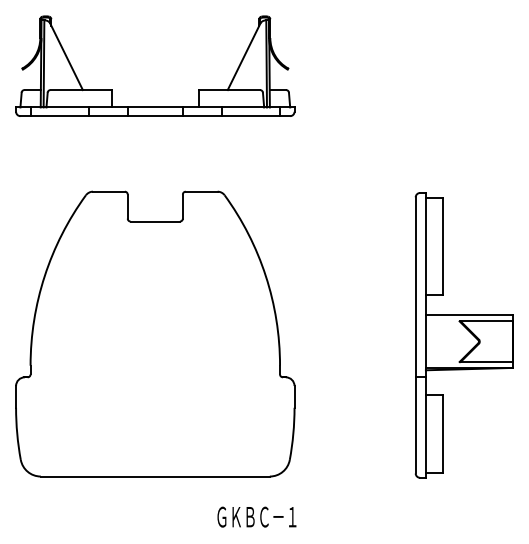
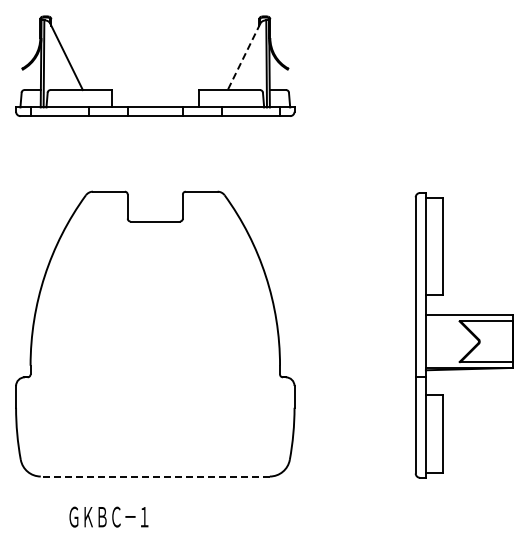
line at (244, 56): solid -> dashed
line at (155, 476): solid -> dashed
text at (256, 516) position: (256, 516) -> (108, 516)
